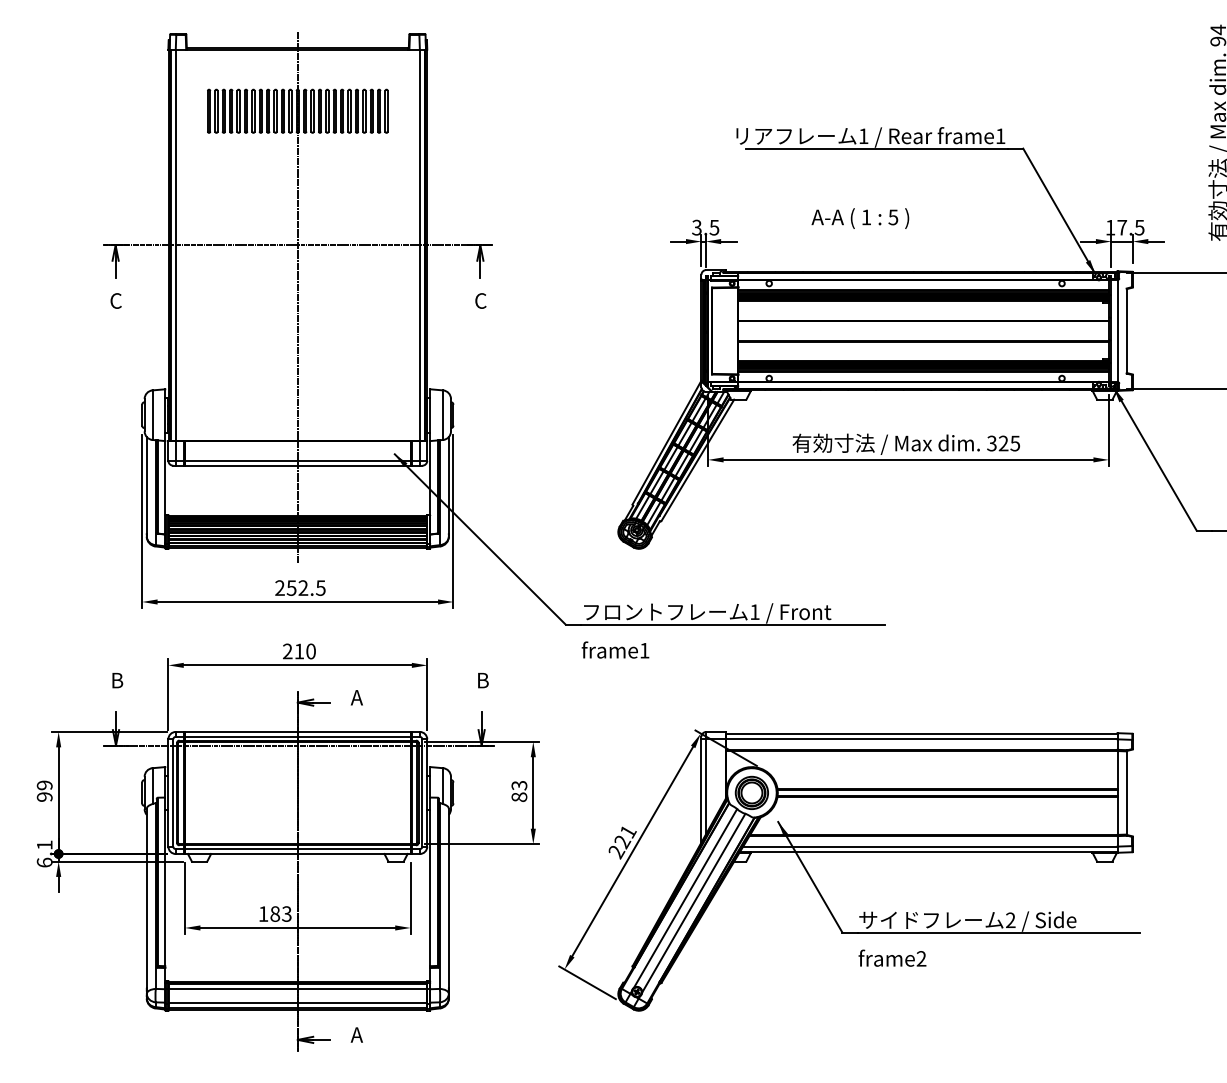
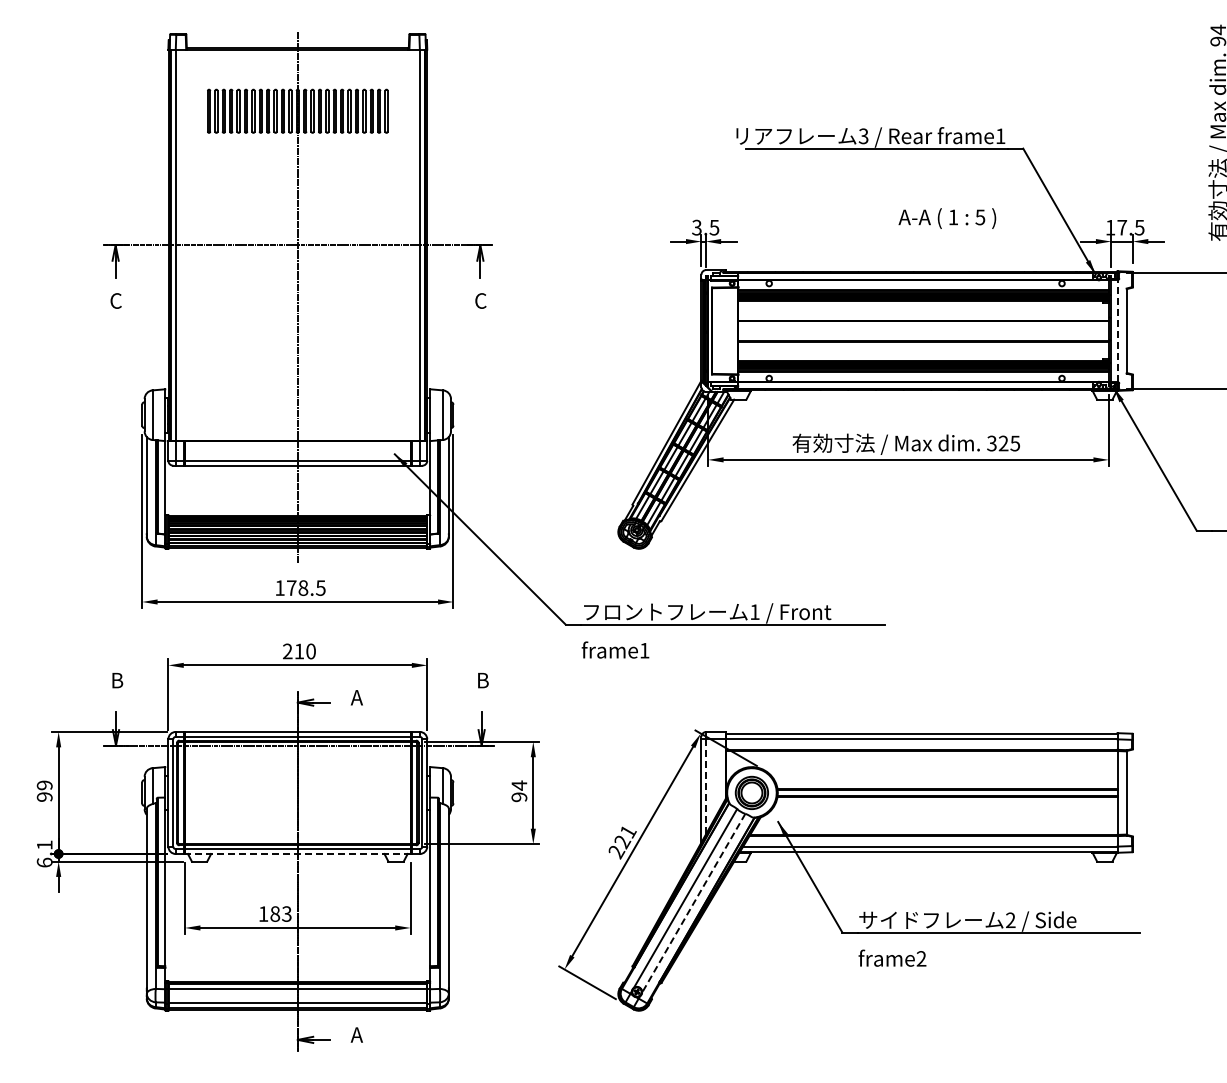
text at (863, 136): 1 -> 3
text at (860, 218) position: (860, 218) -> (947, 218)
line at (1117, 331): solid -> dashed
text at (291, 587): 252.5 -> 178.5
line at (706, 786): solid -> dashed
text at (519, 791): 83 -> 94
line at (297, 854): solid -> dashed
line at (693, 903): solid -> dashed
